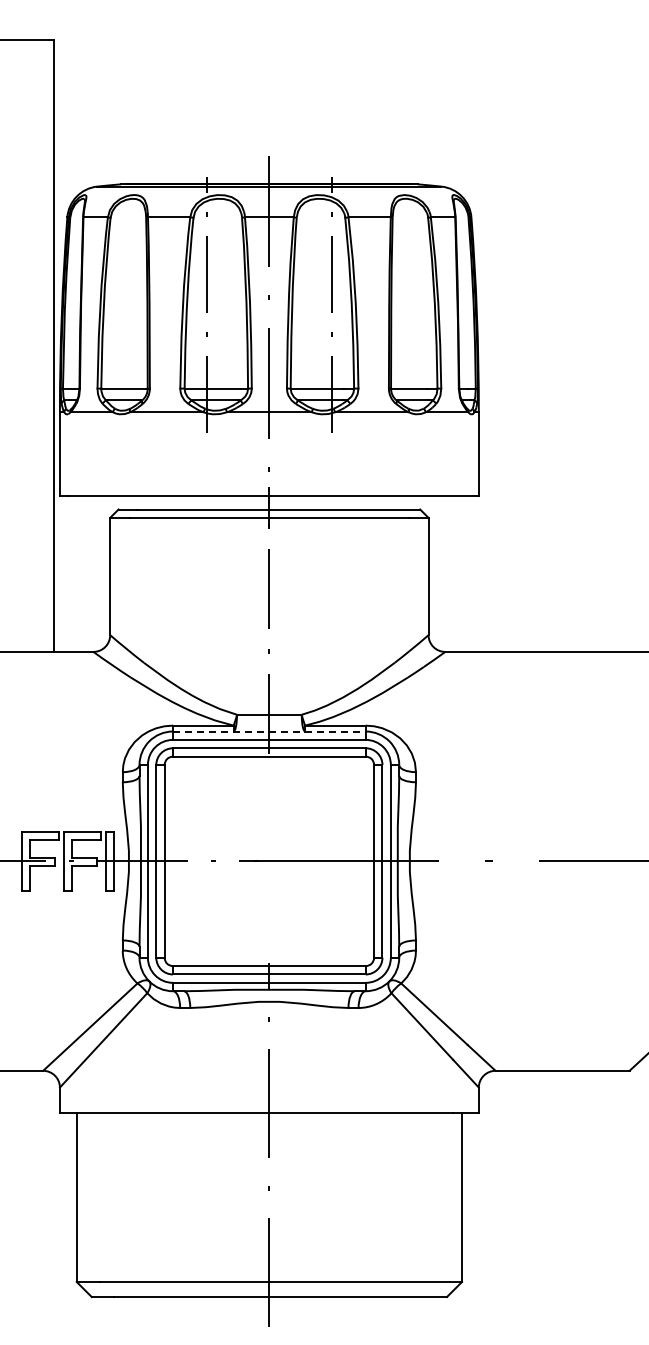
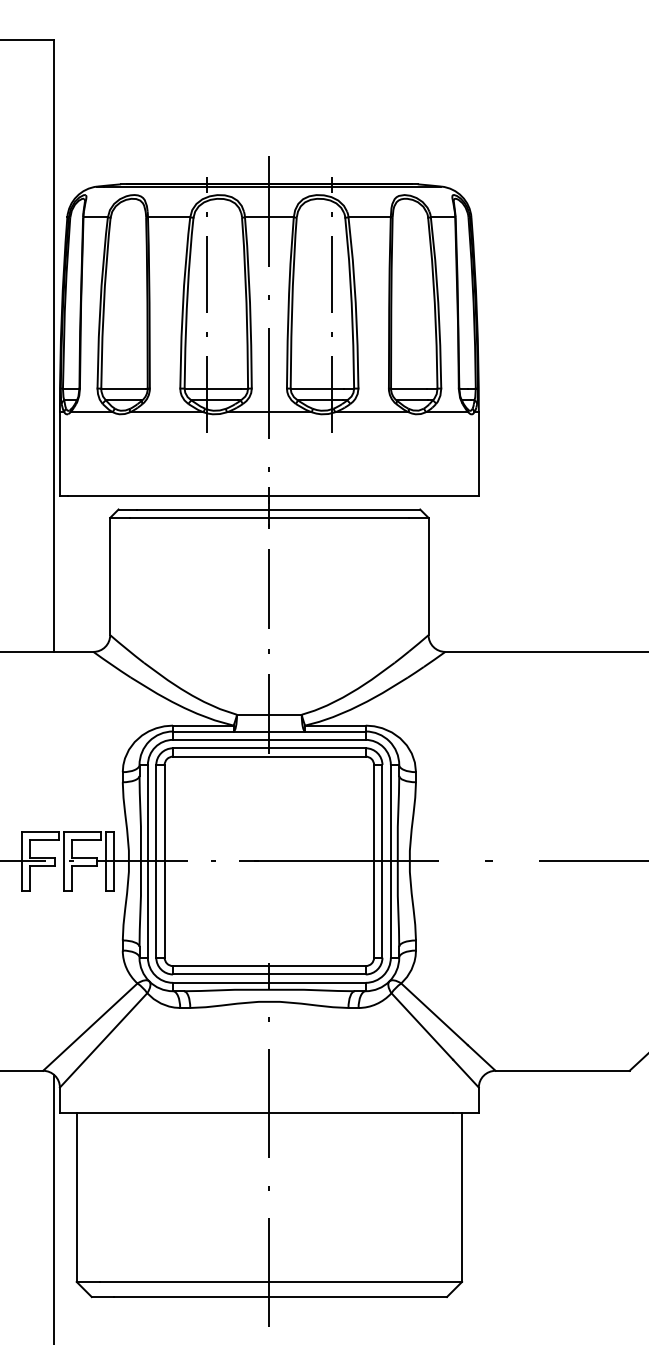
line at (269, 731): dashed -> solid
line at (54, 1207): none -> present
